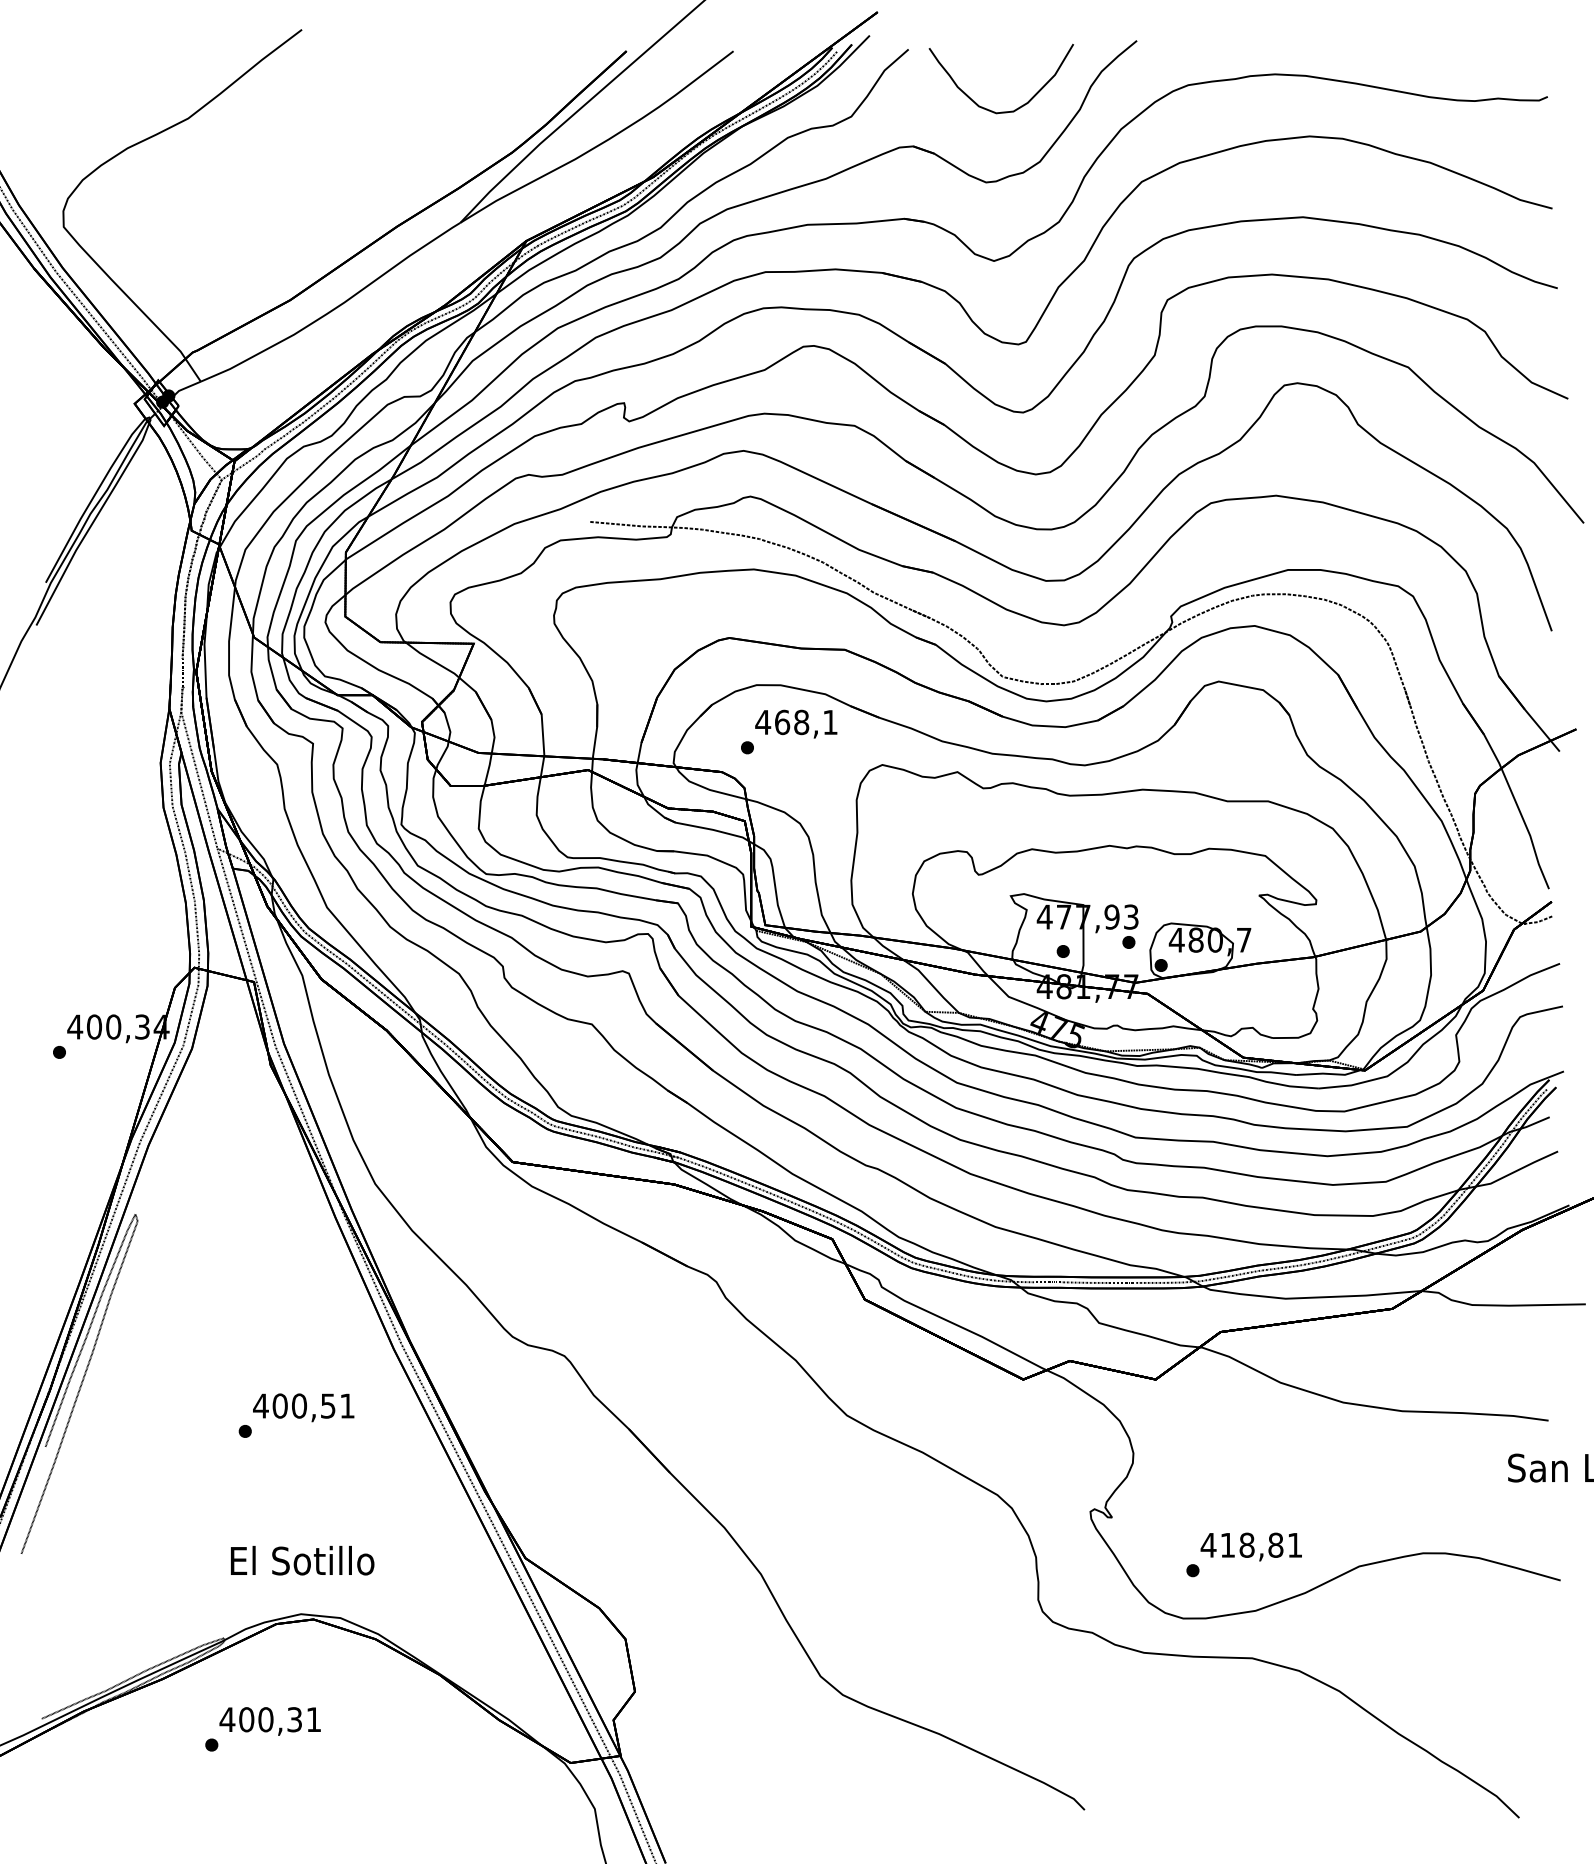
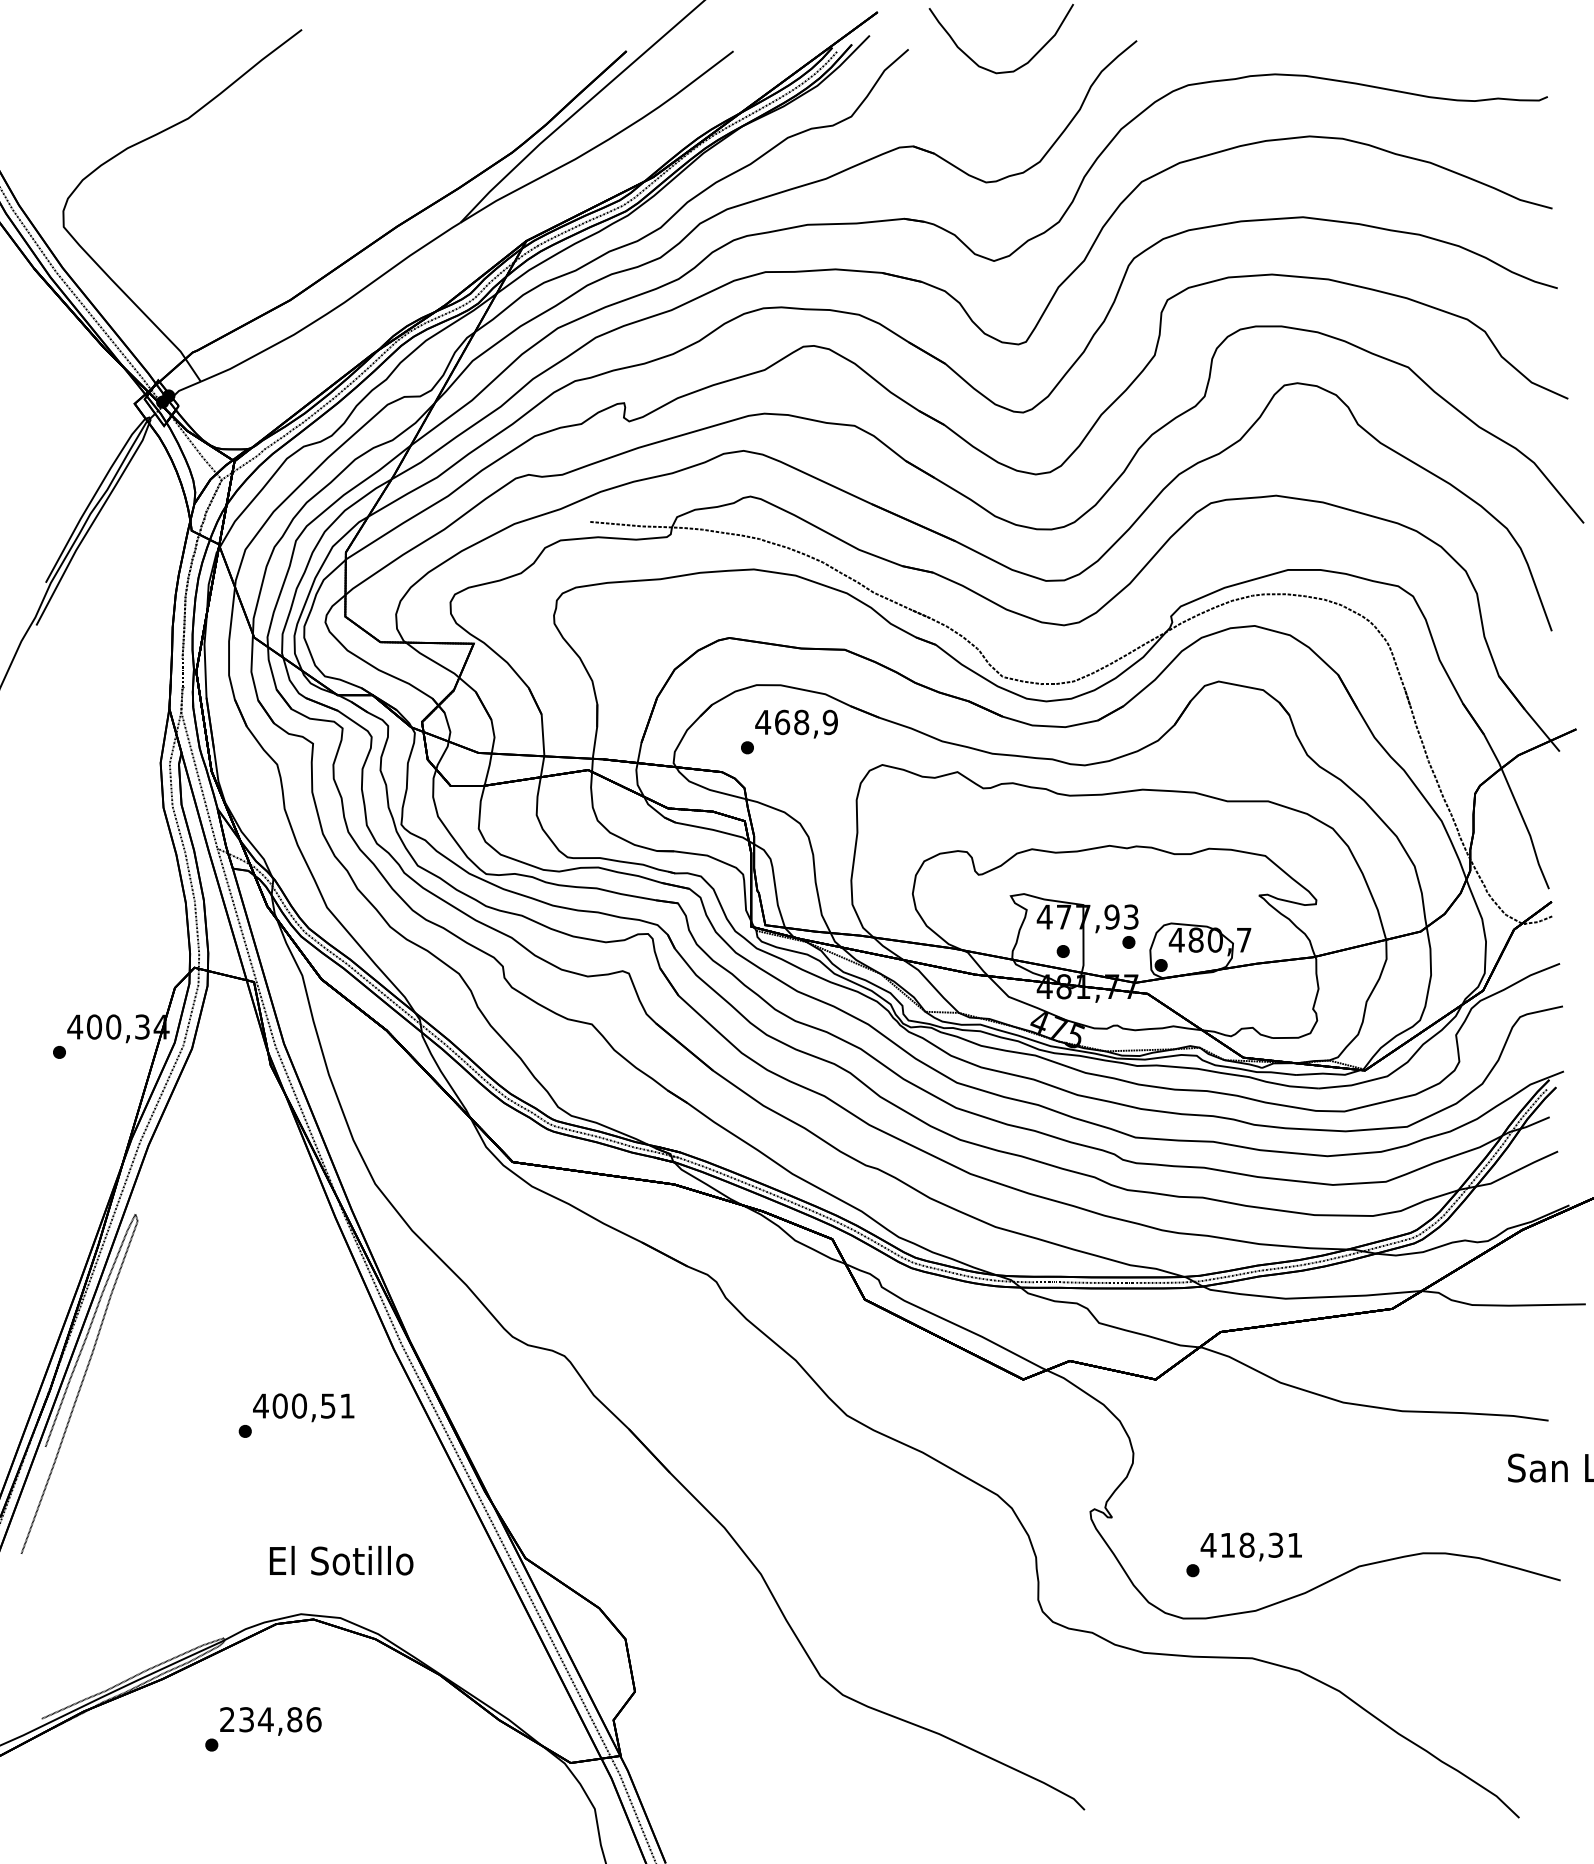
curve at (987, 108) position: (987, 108) -> (987, 68)
text at (829, 722): 468,1 -> 468,9
text at (1275, 1544): 418,81 -> 418,31
text at (302, 1560) position: (302, 1560) -> (341, 1560)
text at (270, 1719): 400,31 -> 234,86
